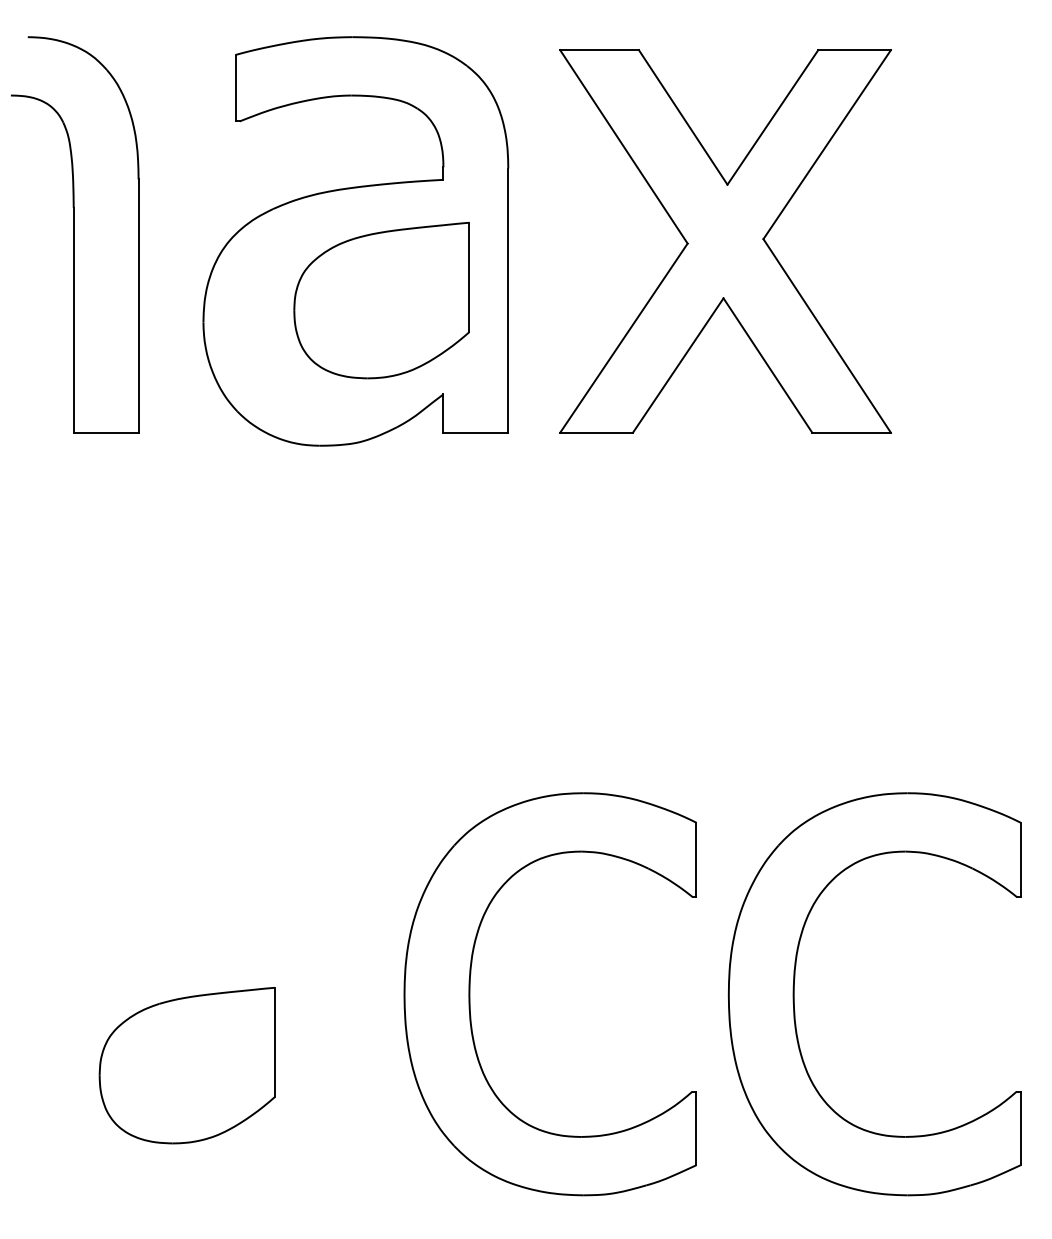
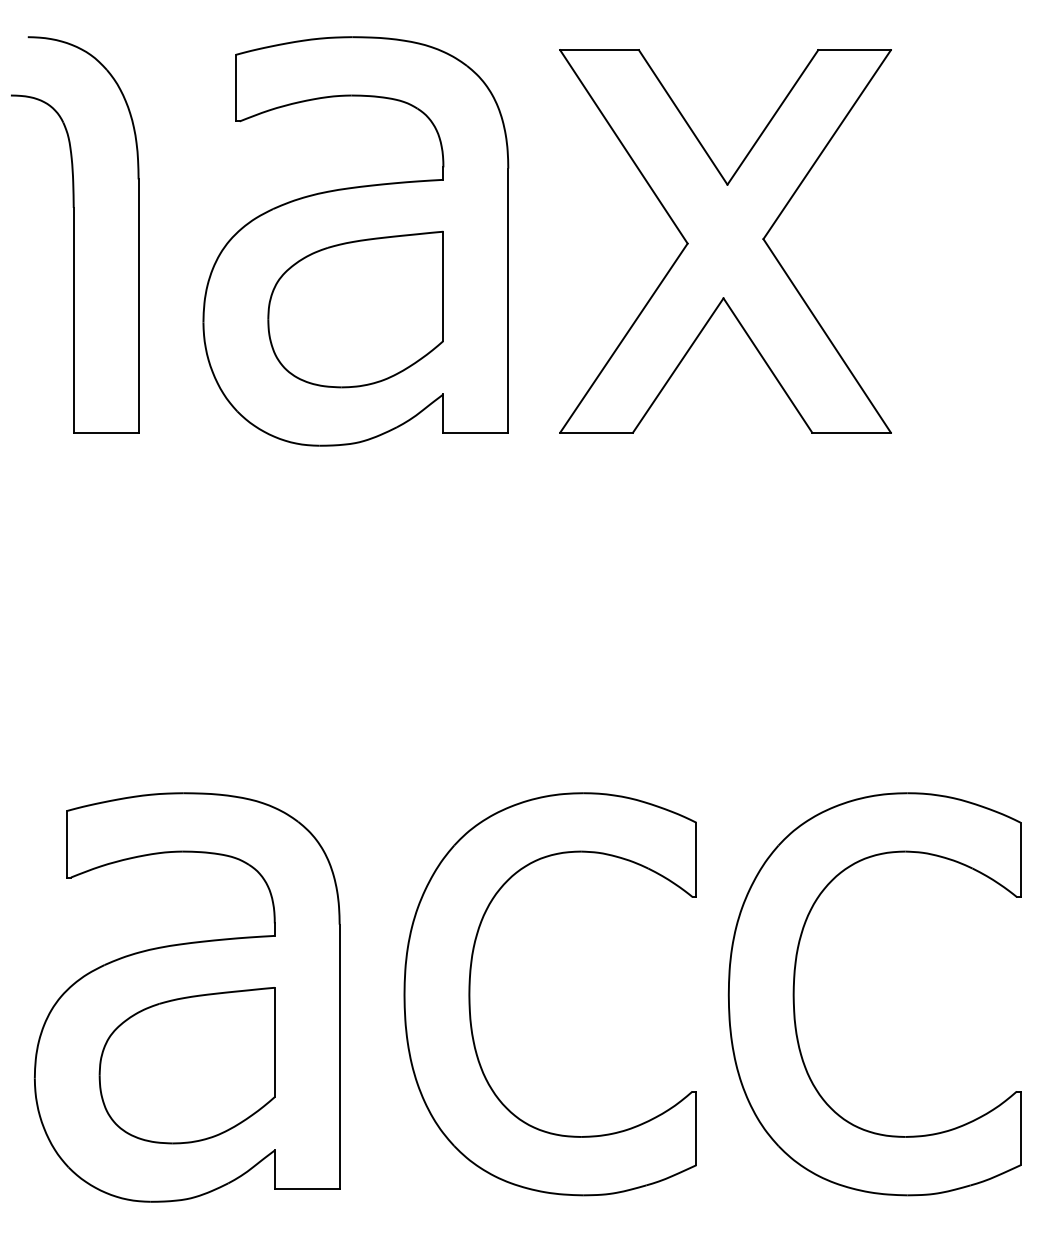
part at (381, 300) position: (381, 300) -> (355, 309)
part at (186, 997): none -> present
